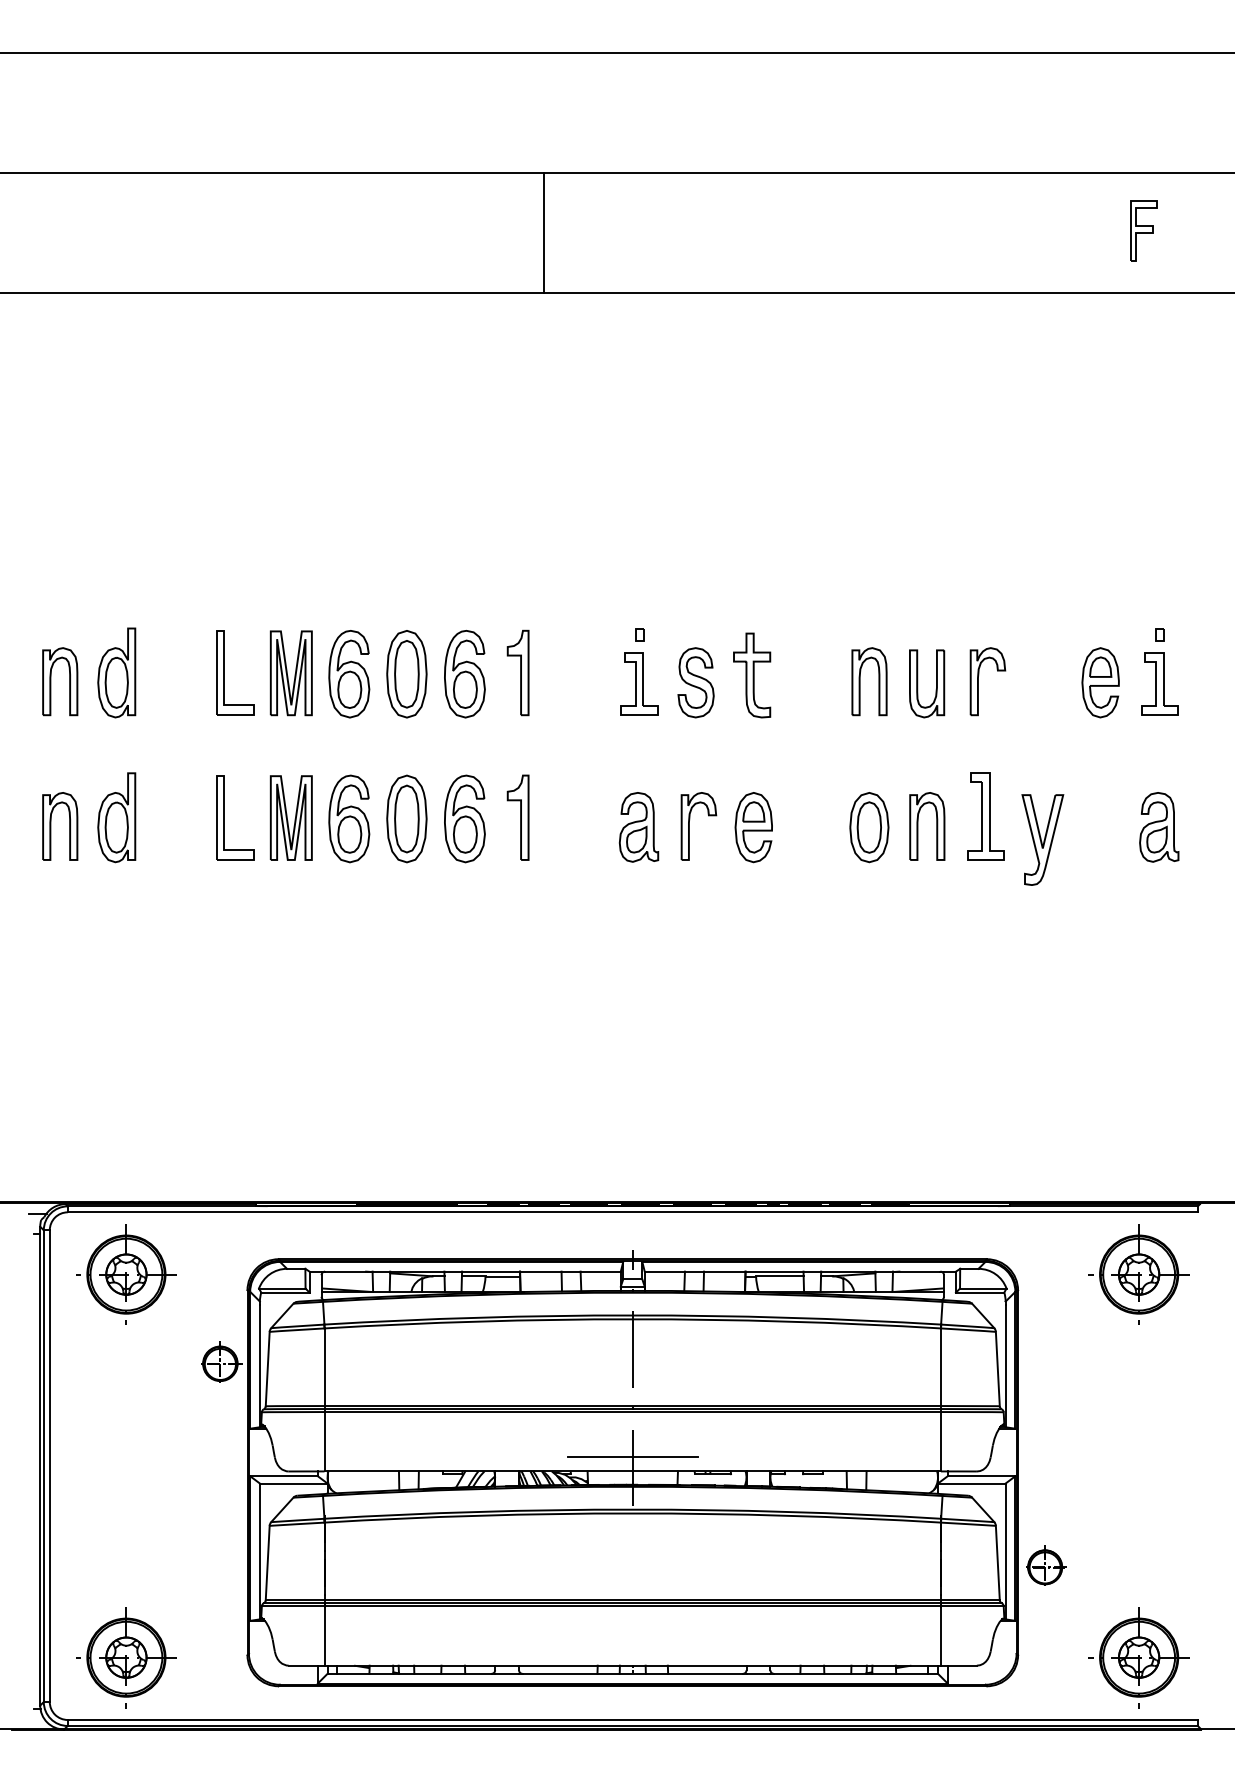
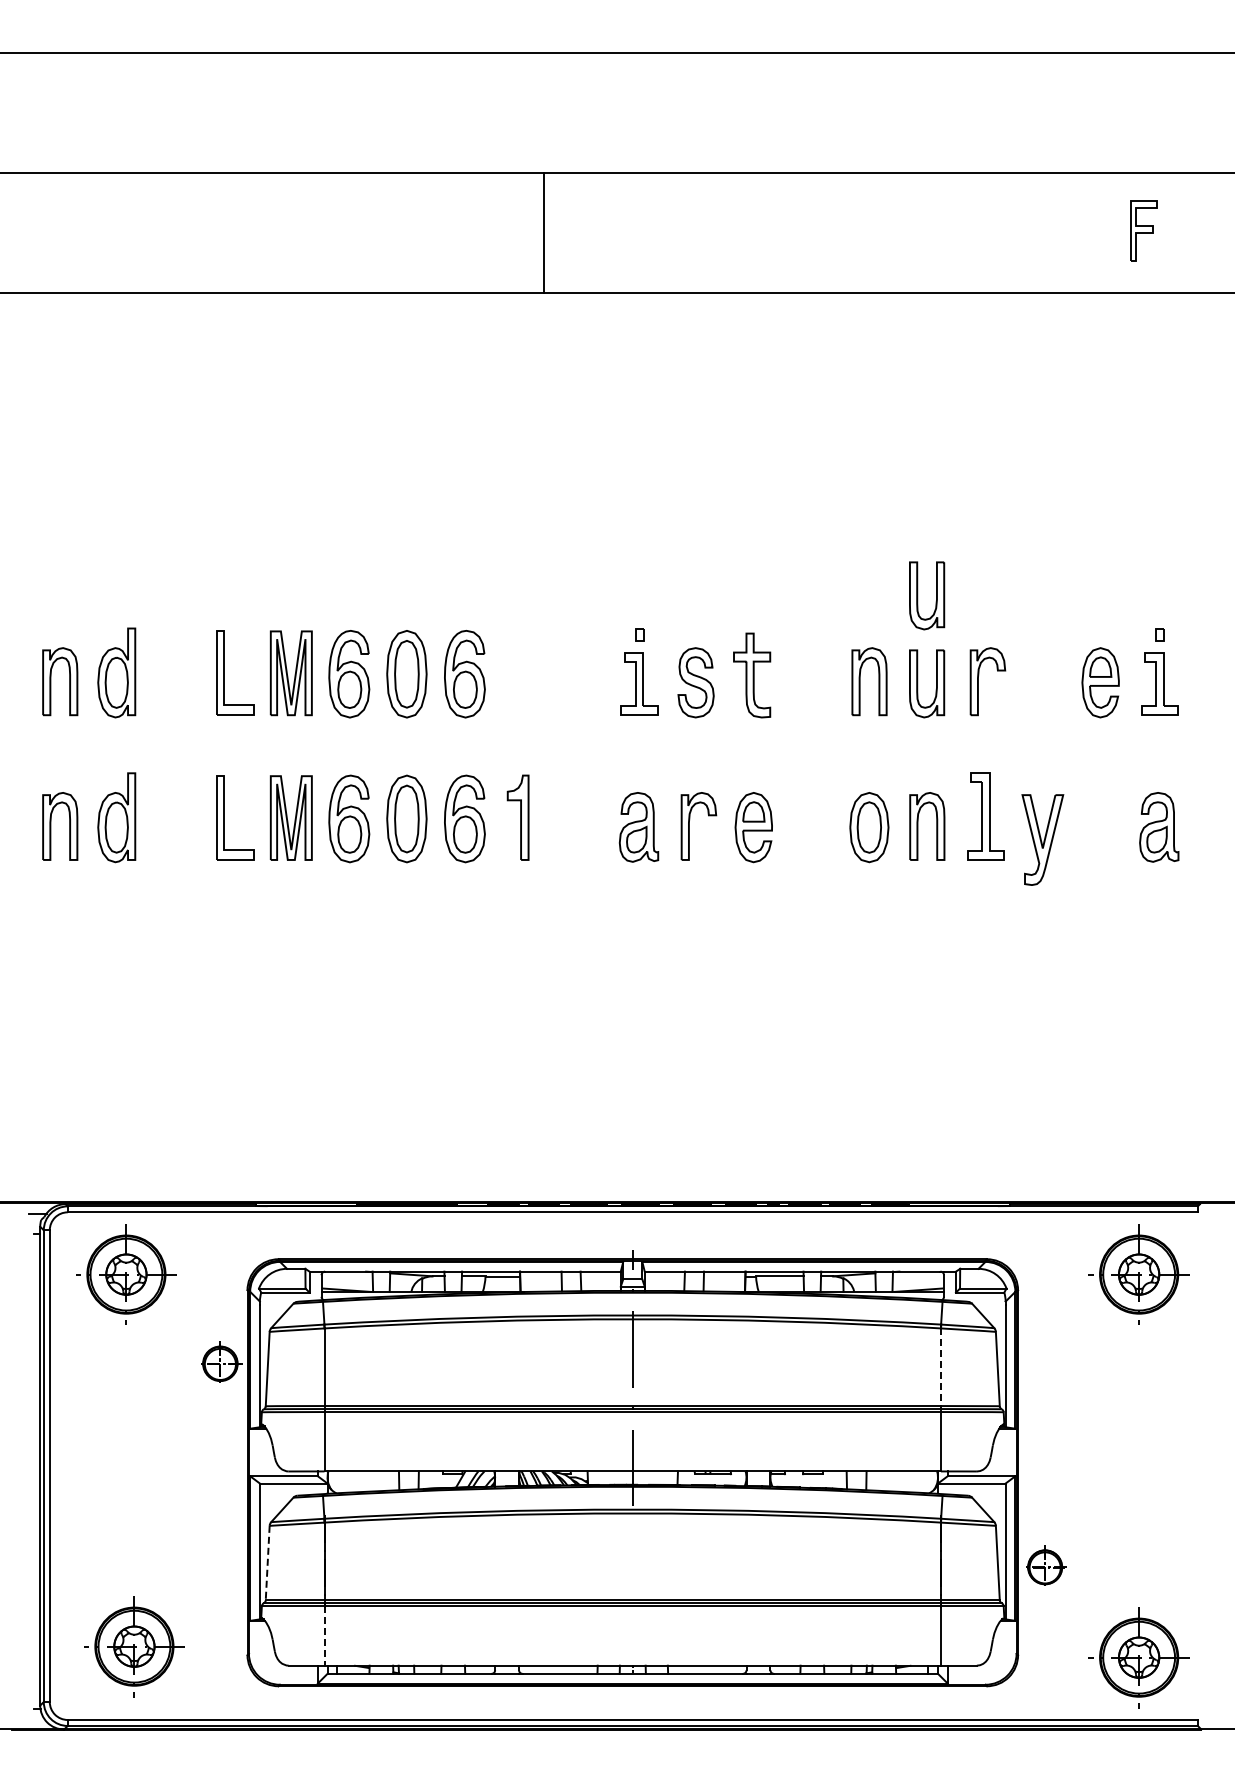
part at (918, 595): none -> present
part at (517, 672): present -> none
line at (941, 1367): solid -> dashed
line at (632, 1456): present -> none
line at (267, 1563): solid -> dashed
line at (324, 1635): solid -> dashed
part at (126, 1657) position: (126, 1657) -> (134, 1646)
